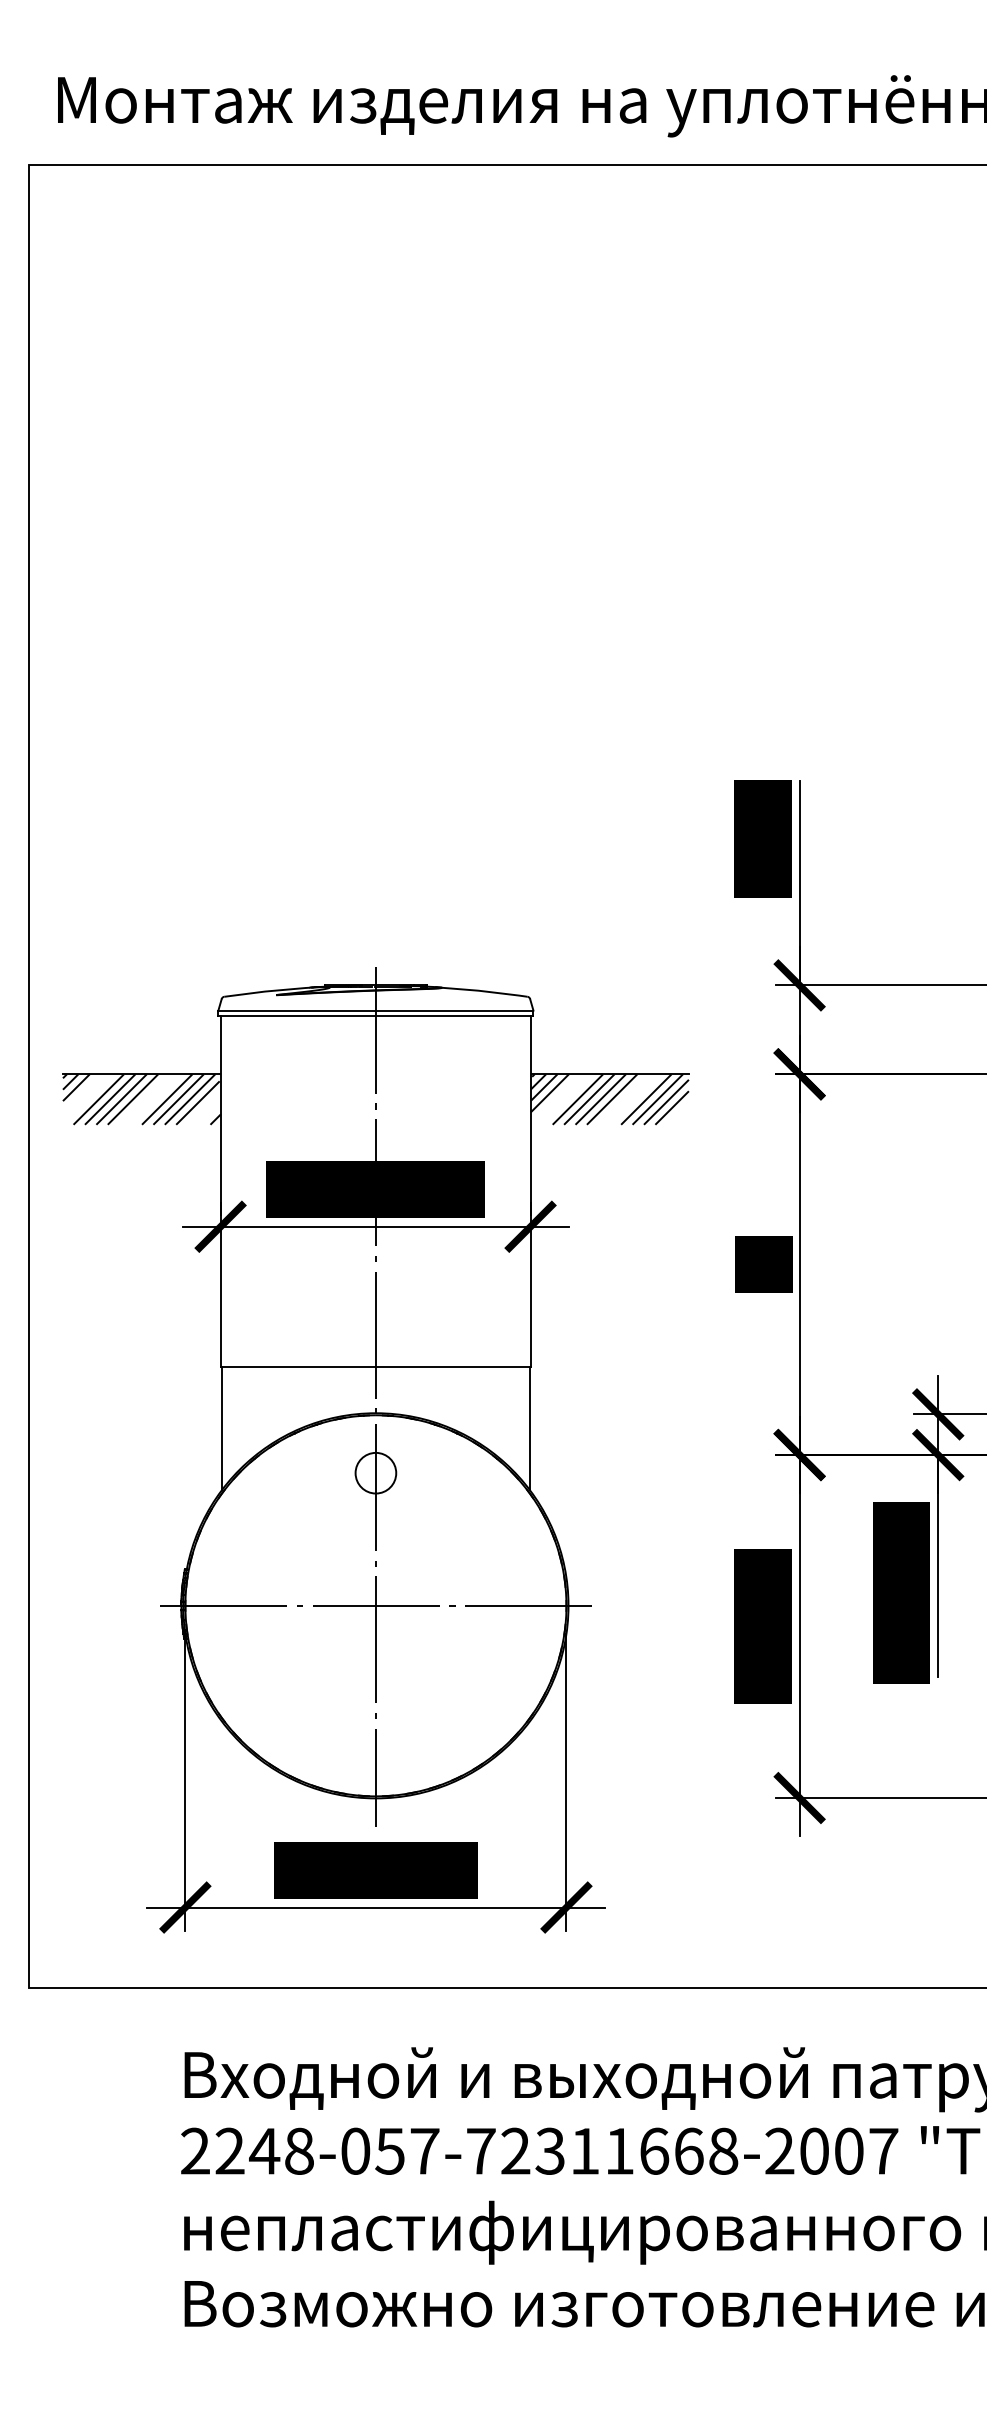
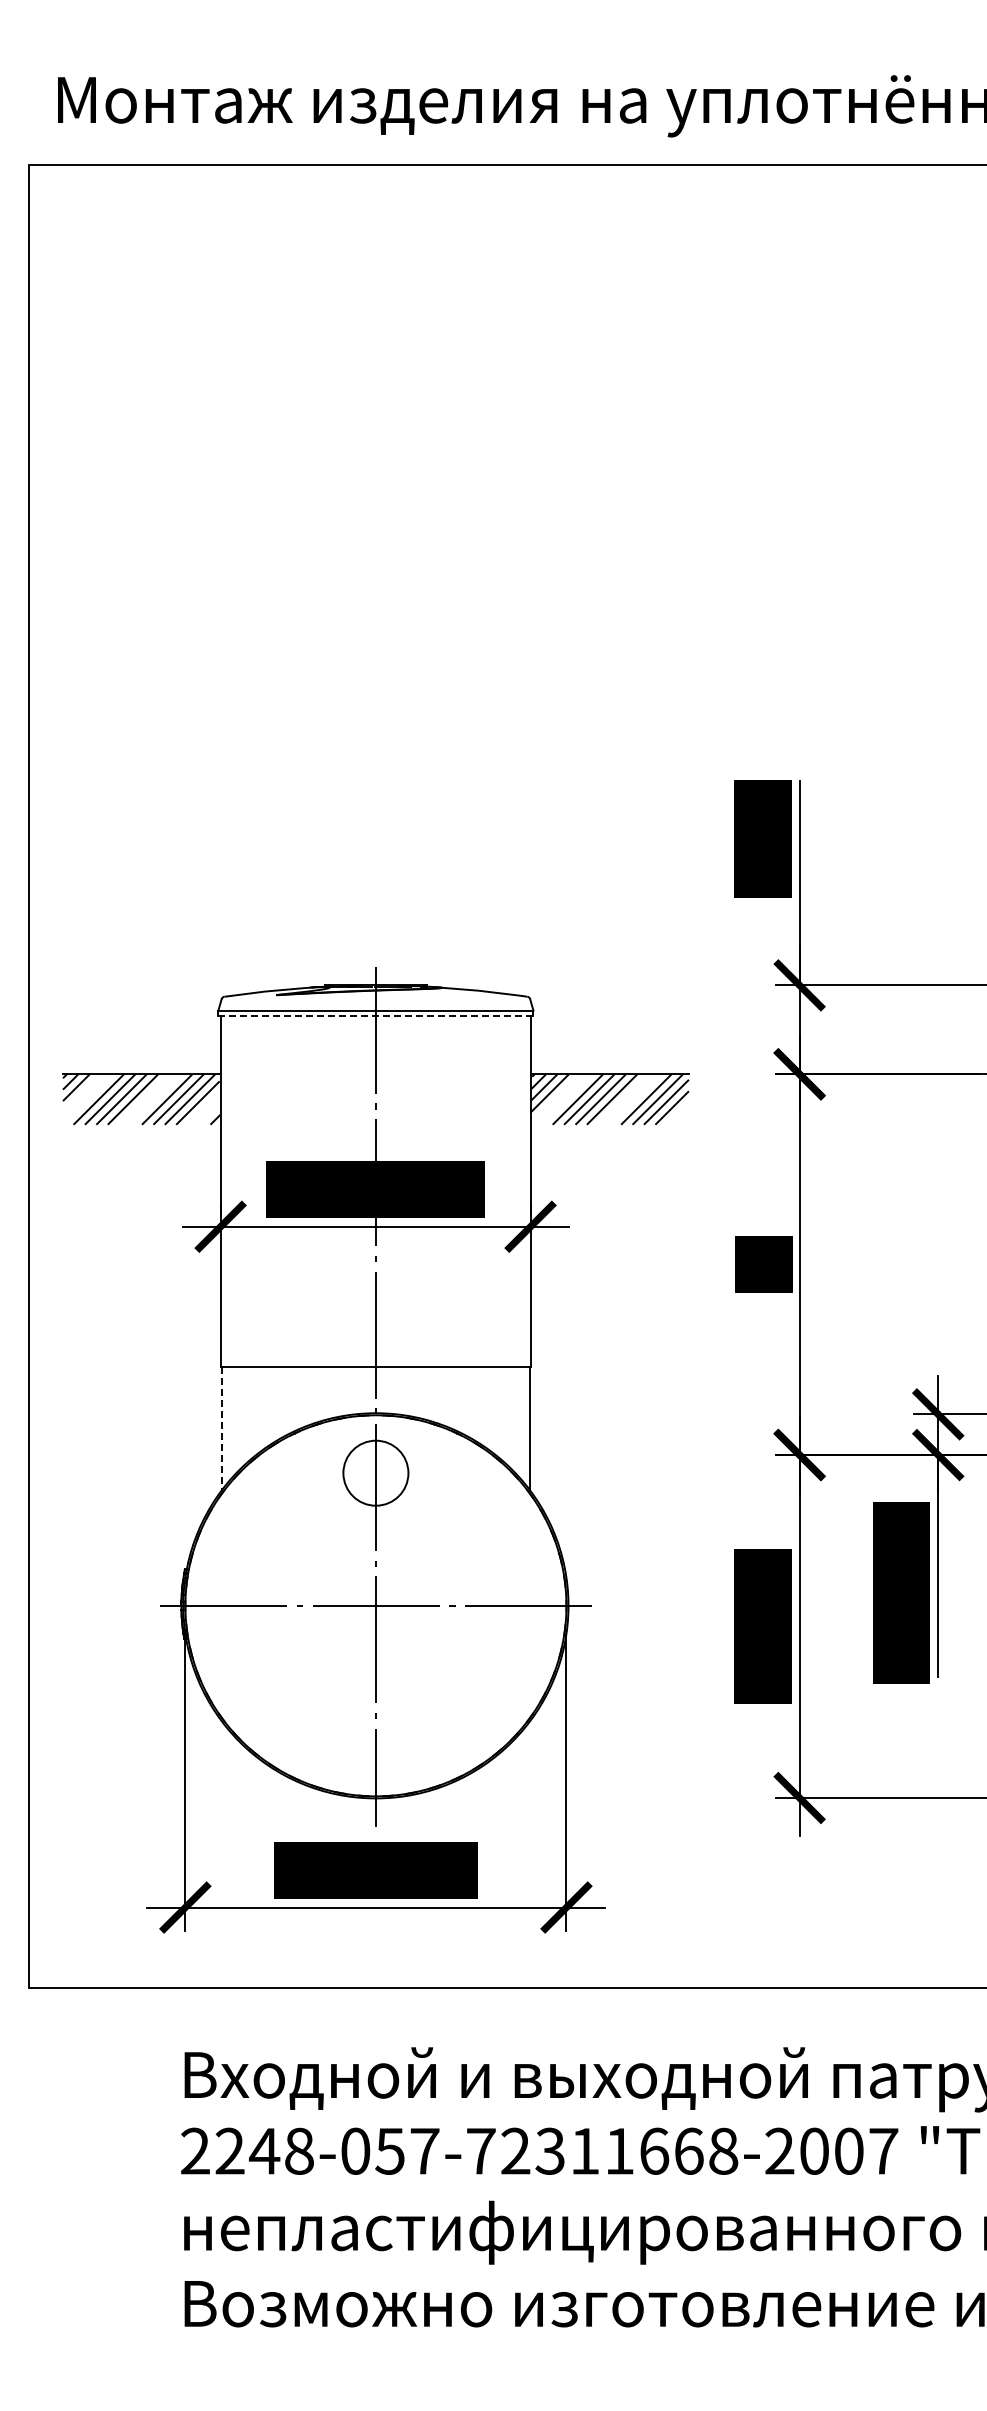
line at (375, 1016): solid -> dashed
line at (222, 1428): solid -> dashed
circle at (375, 1472) diameter: 41 px -> 65 px
